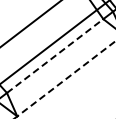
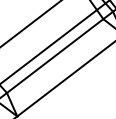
line at (55, 56): dashed -> solid
line at (66, 78): dashed -> solid
